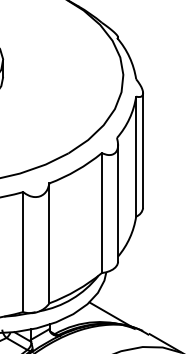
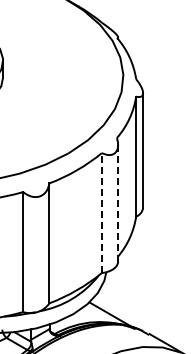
line at (118, 202): solid -> dashed
line at (101, 213): solid -> dashed
